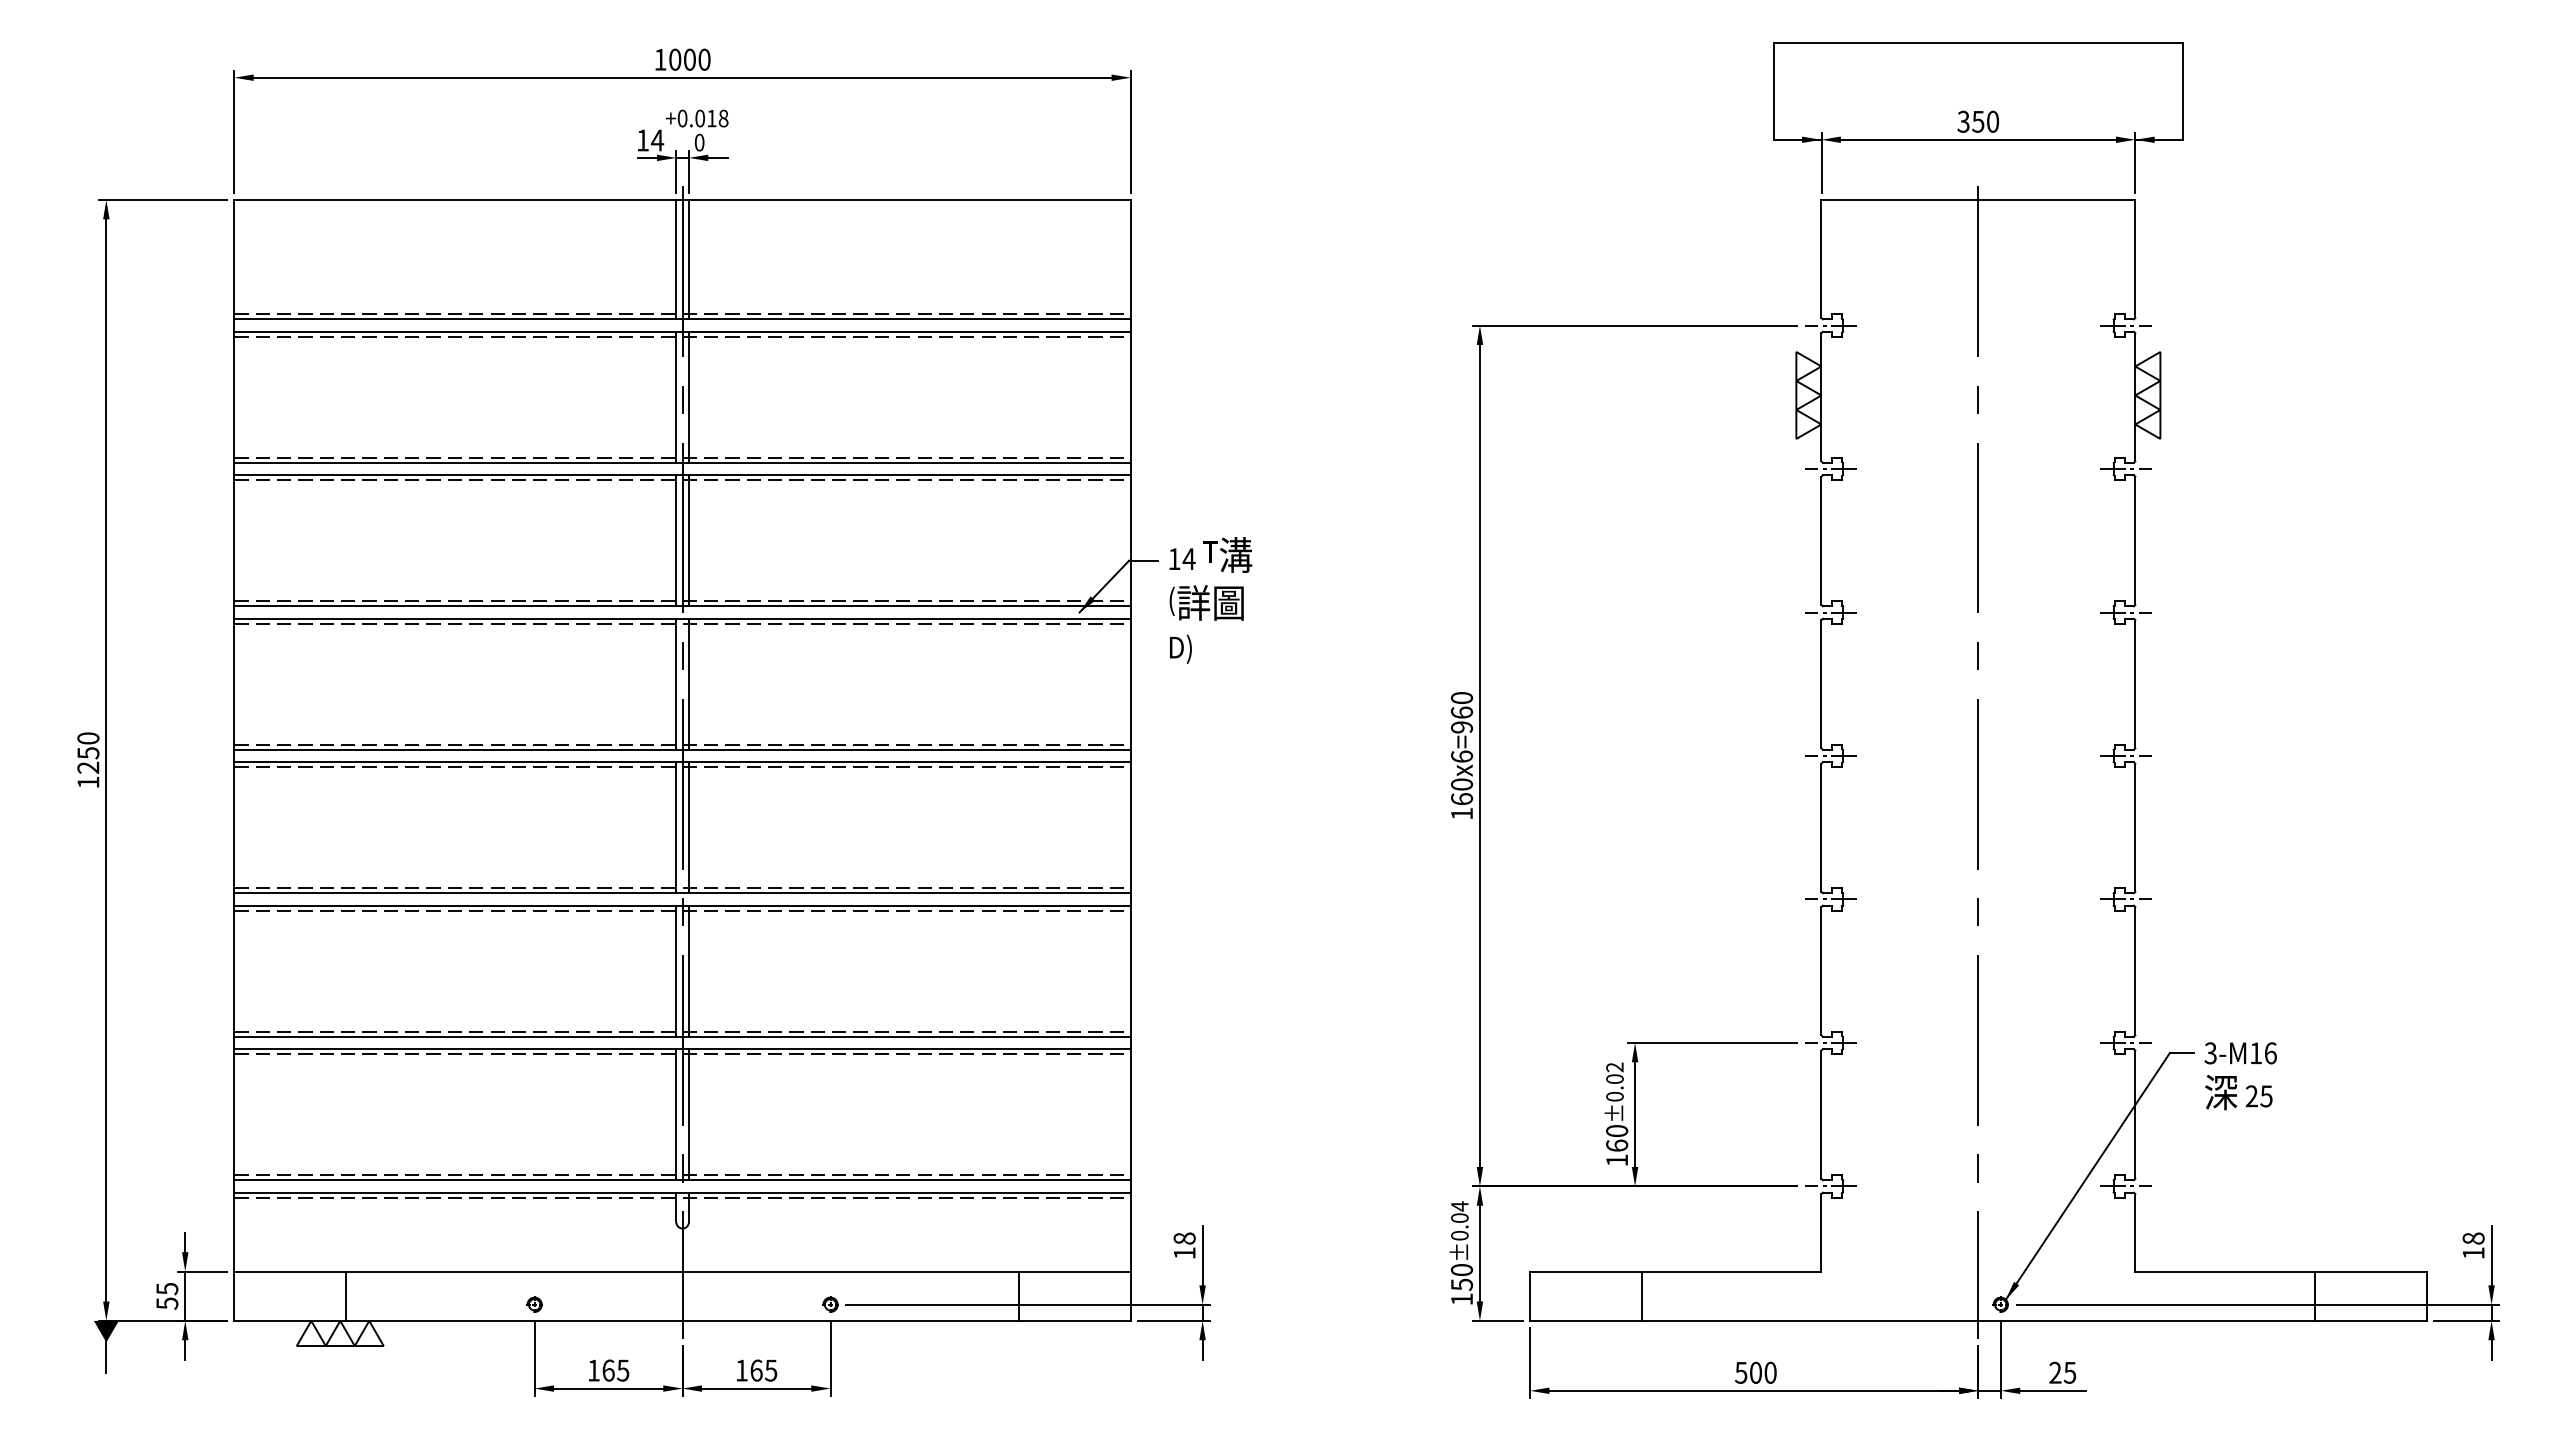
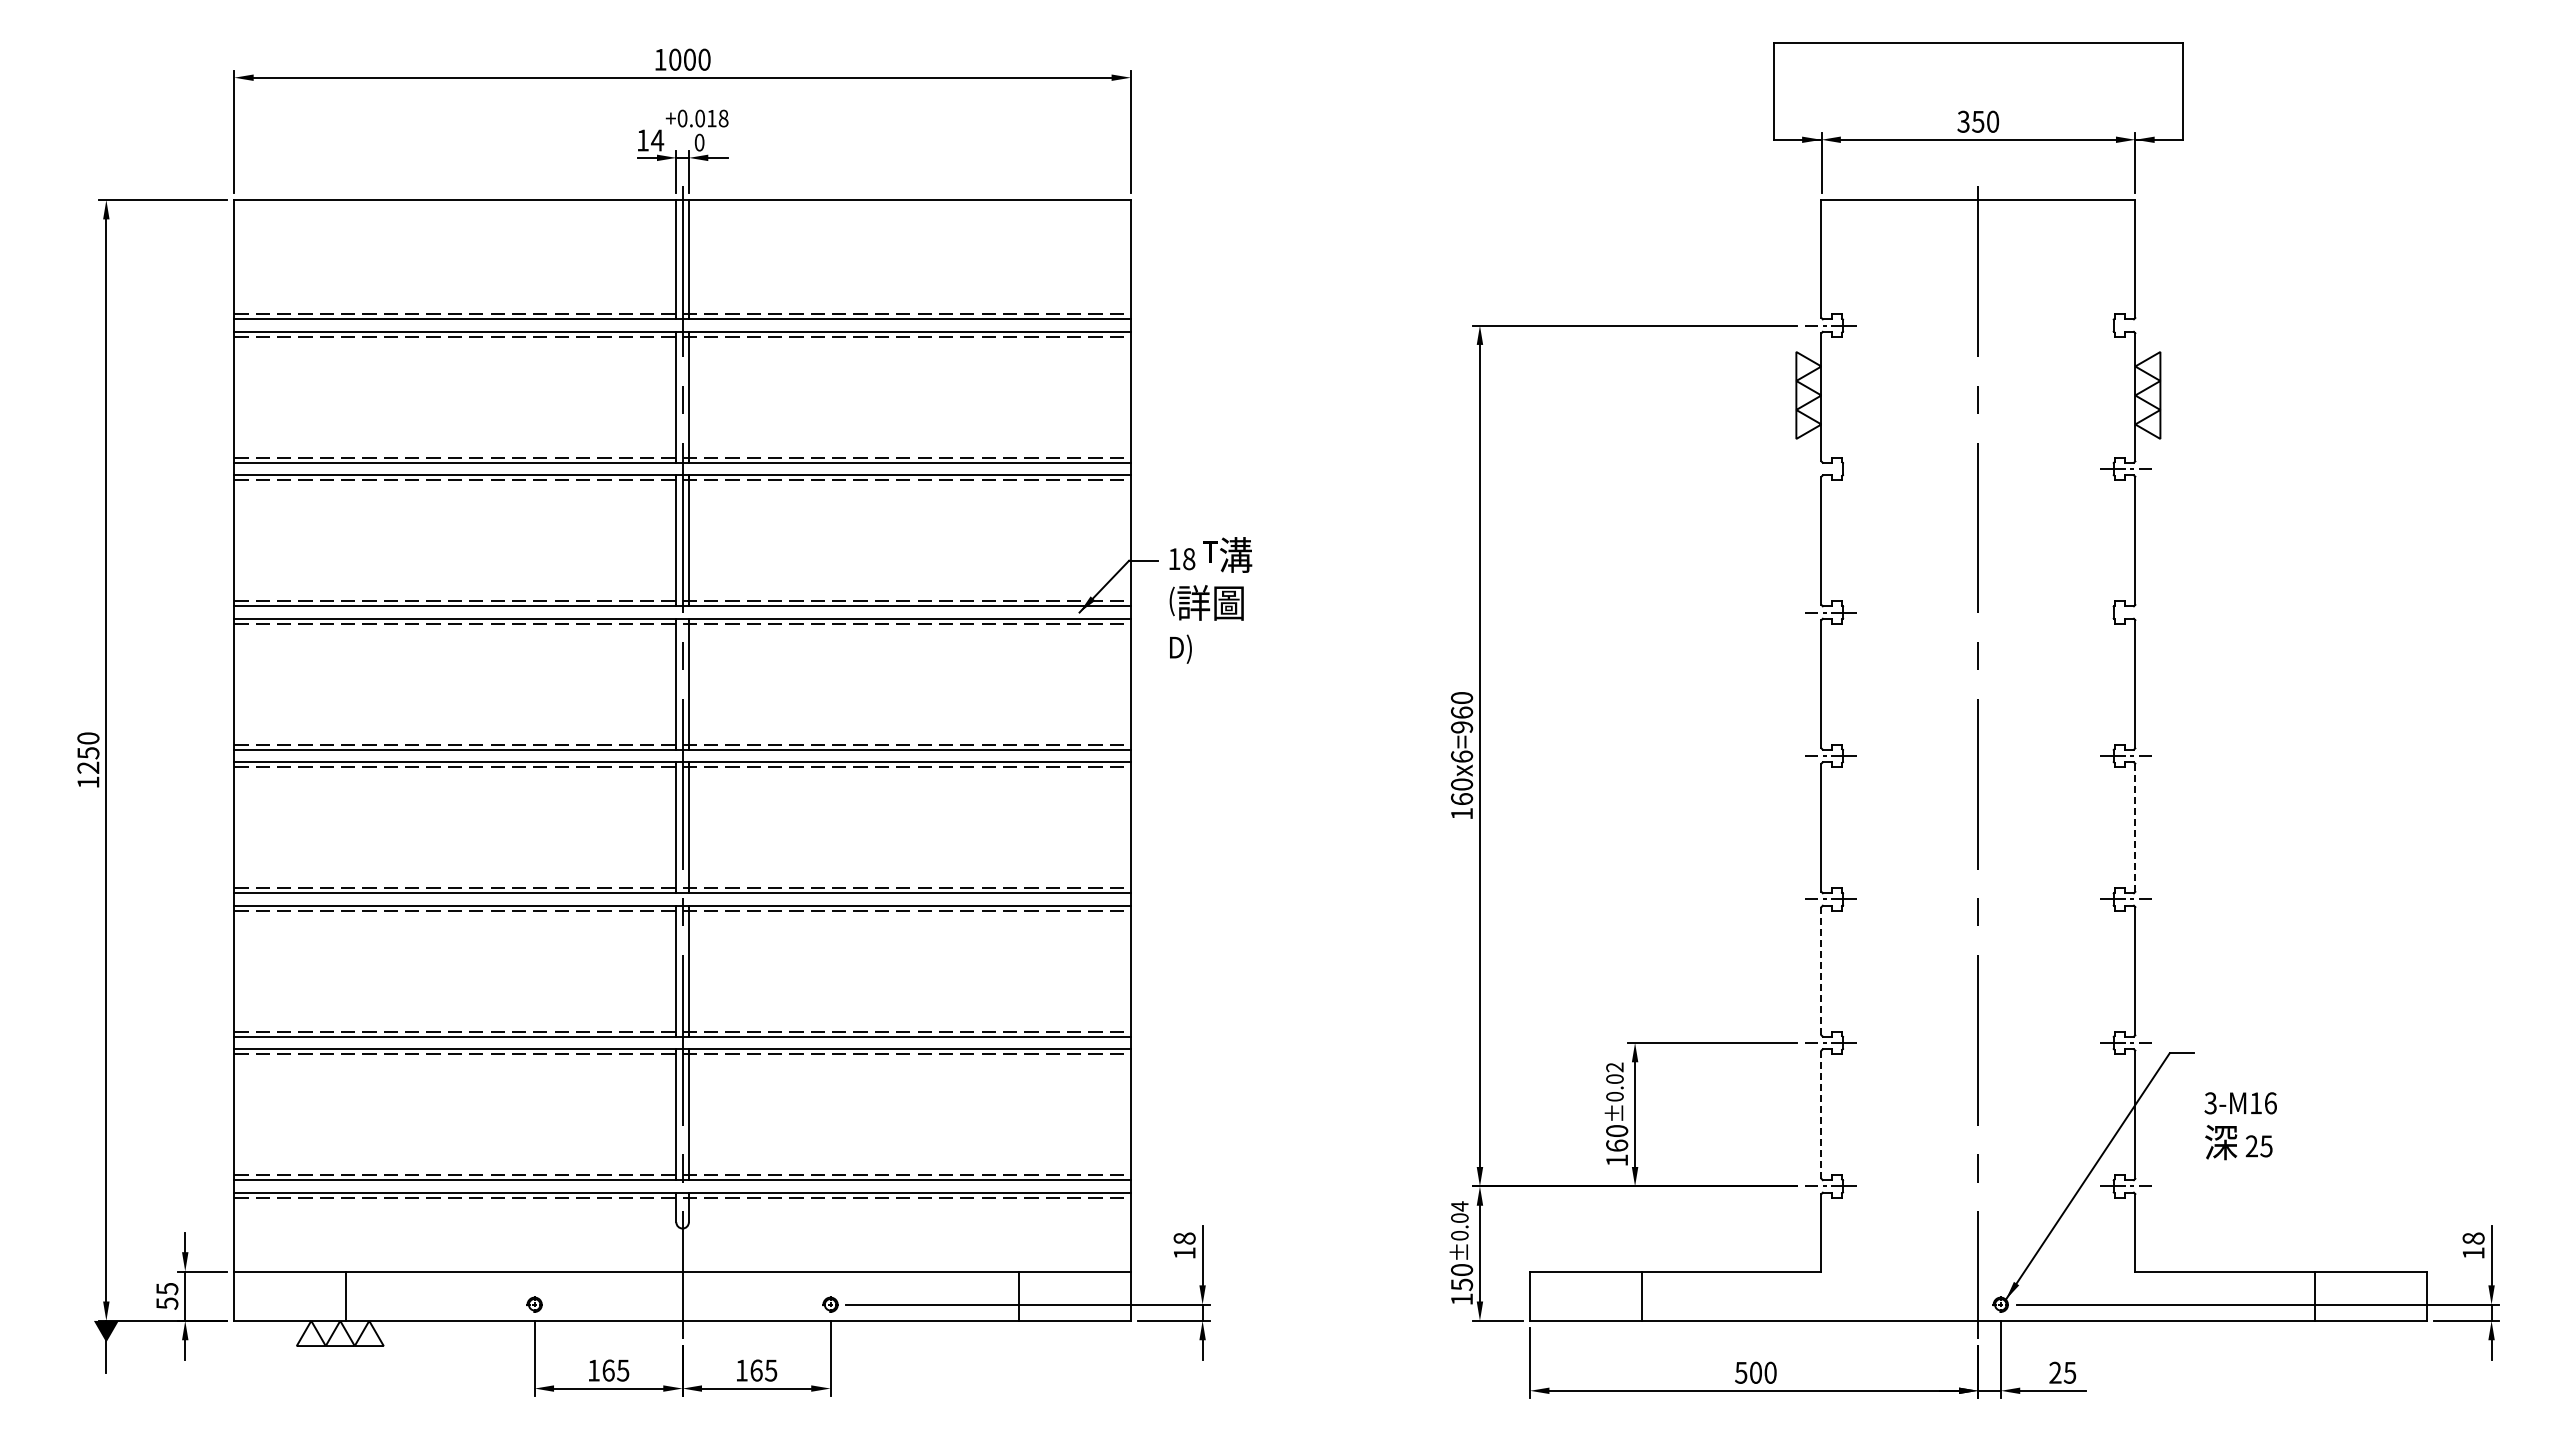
line at (2126, 325): present -> none
line at (1830, 469): present -> none
text at (1188, 559): 14 -> 18
line at (2126, 612): present -> none
line at (2135, 828): solid -> dashed
line at (1821, 971): solid -> dashed
text at (2240, 1076) position: (2240, 1076) -> (2240, 1126)
line at (1821, 1115): solid -> dashed
